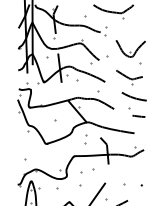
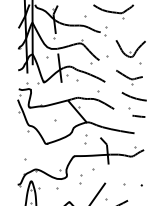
part at (80, 178) size: 4x16 px -> 4x11 px
